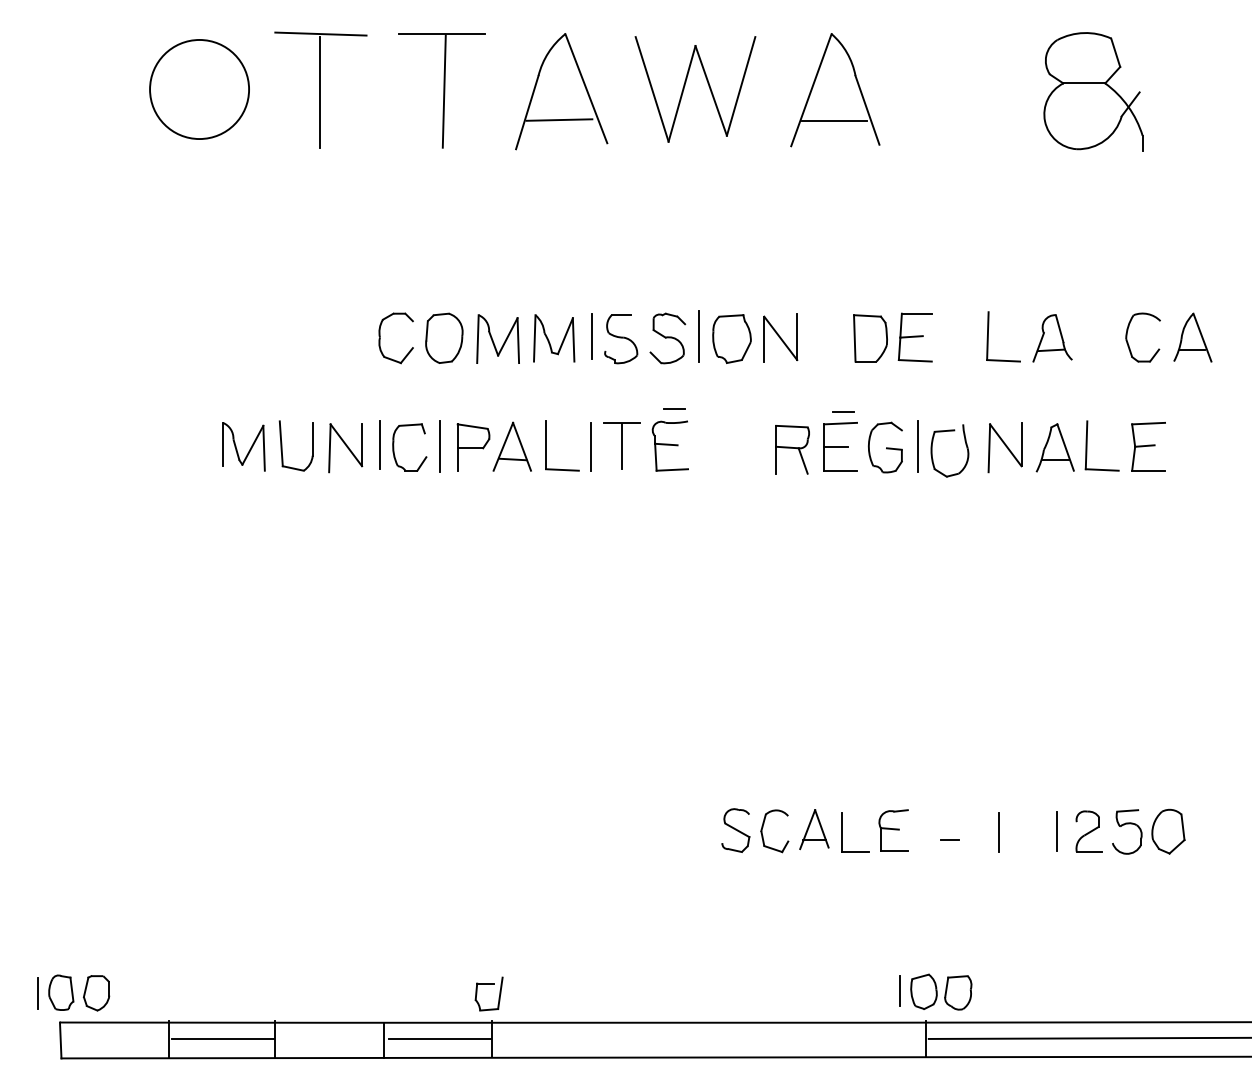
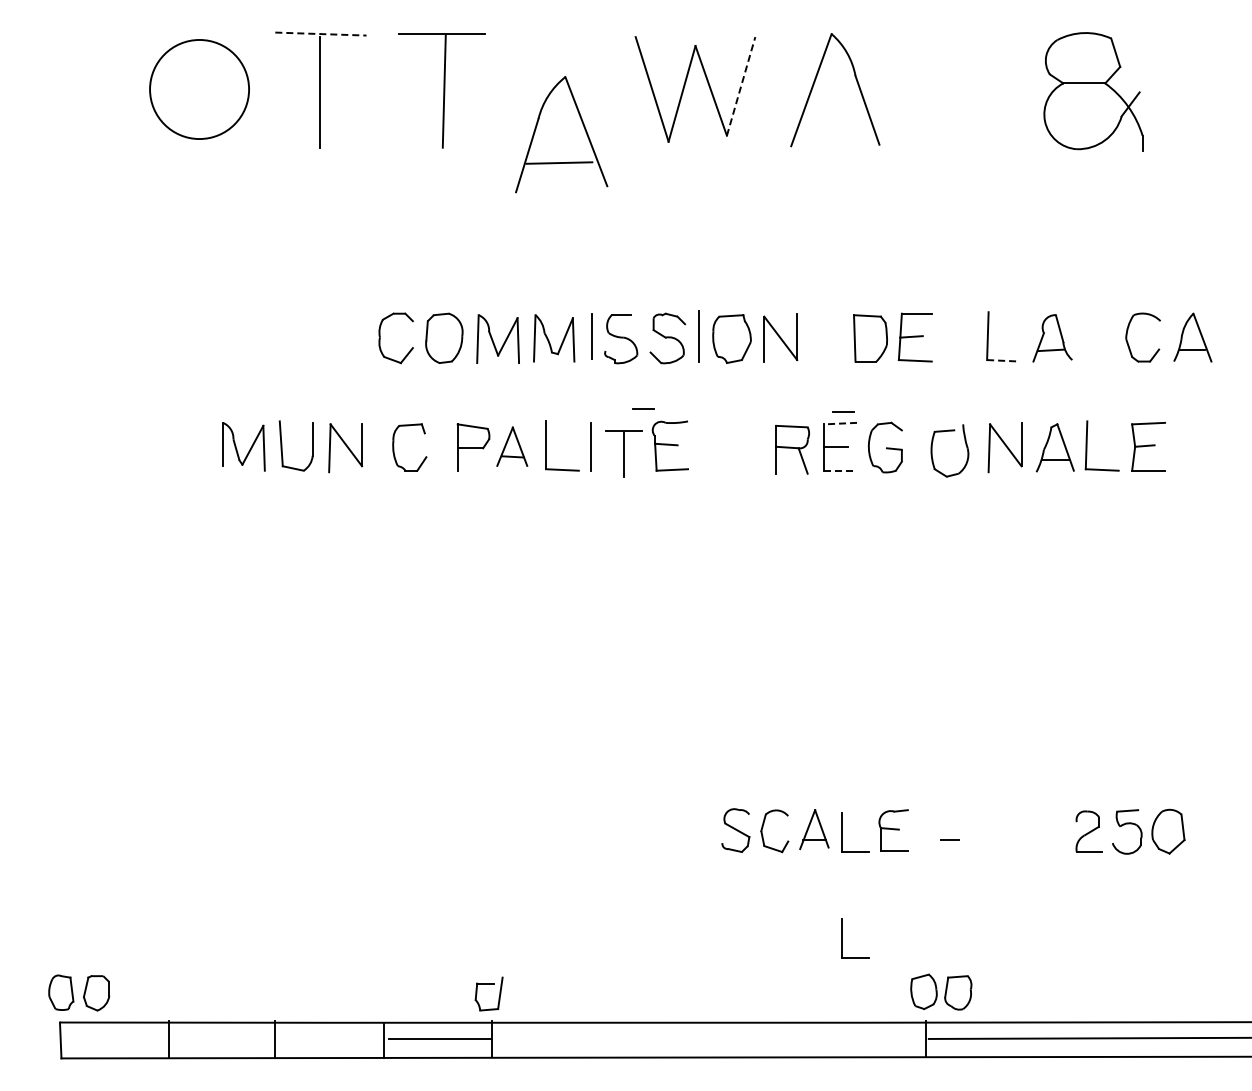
line at (320, 34): solid -> dashed
part at (583, 84) position: (583, 84) -> (583, 127)
line at (741, 85): solid -> dashed
line at (834, 120): present -> none
line at (1004, 360): solid -> dashed
line at (674, 408) position: (674, 408) -> (643, 408)
line at (840, 423): solid -> dashed
line at (379, 445): present -> none
part at (621, 445) position: (621, 445) -> (623, 453)
line at (439, 446): present -> none
part at (511, 446) size: 40x51 px -> 33x41 px
line at (918, 446): present -> none
line at (841, 470): solid -> dashed
line at (1057, 830): present -> none
line at (999, 832): present -> none
part at (842, 938): none -> present
line at (900, 991): present -> none
line at (37, 993): present -> none
line at (222, 1038): present -> none
